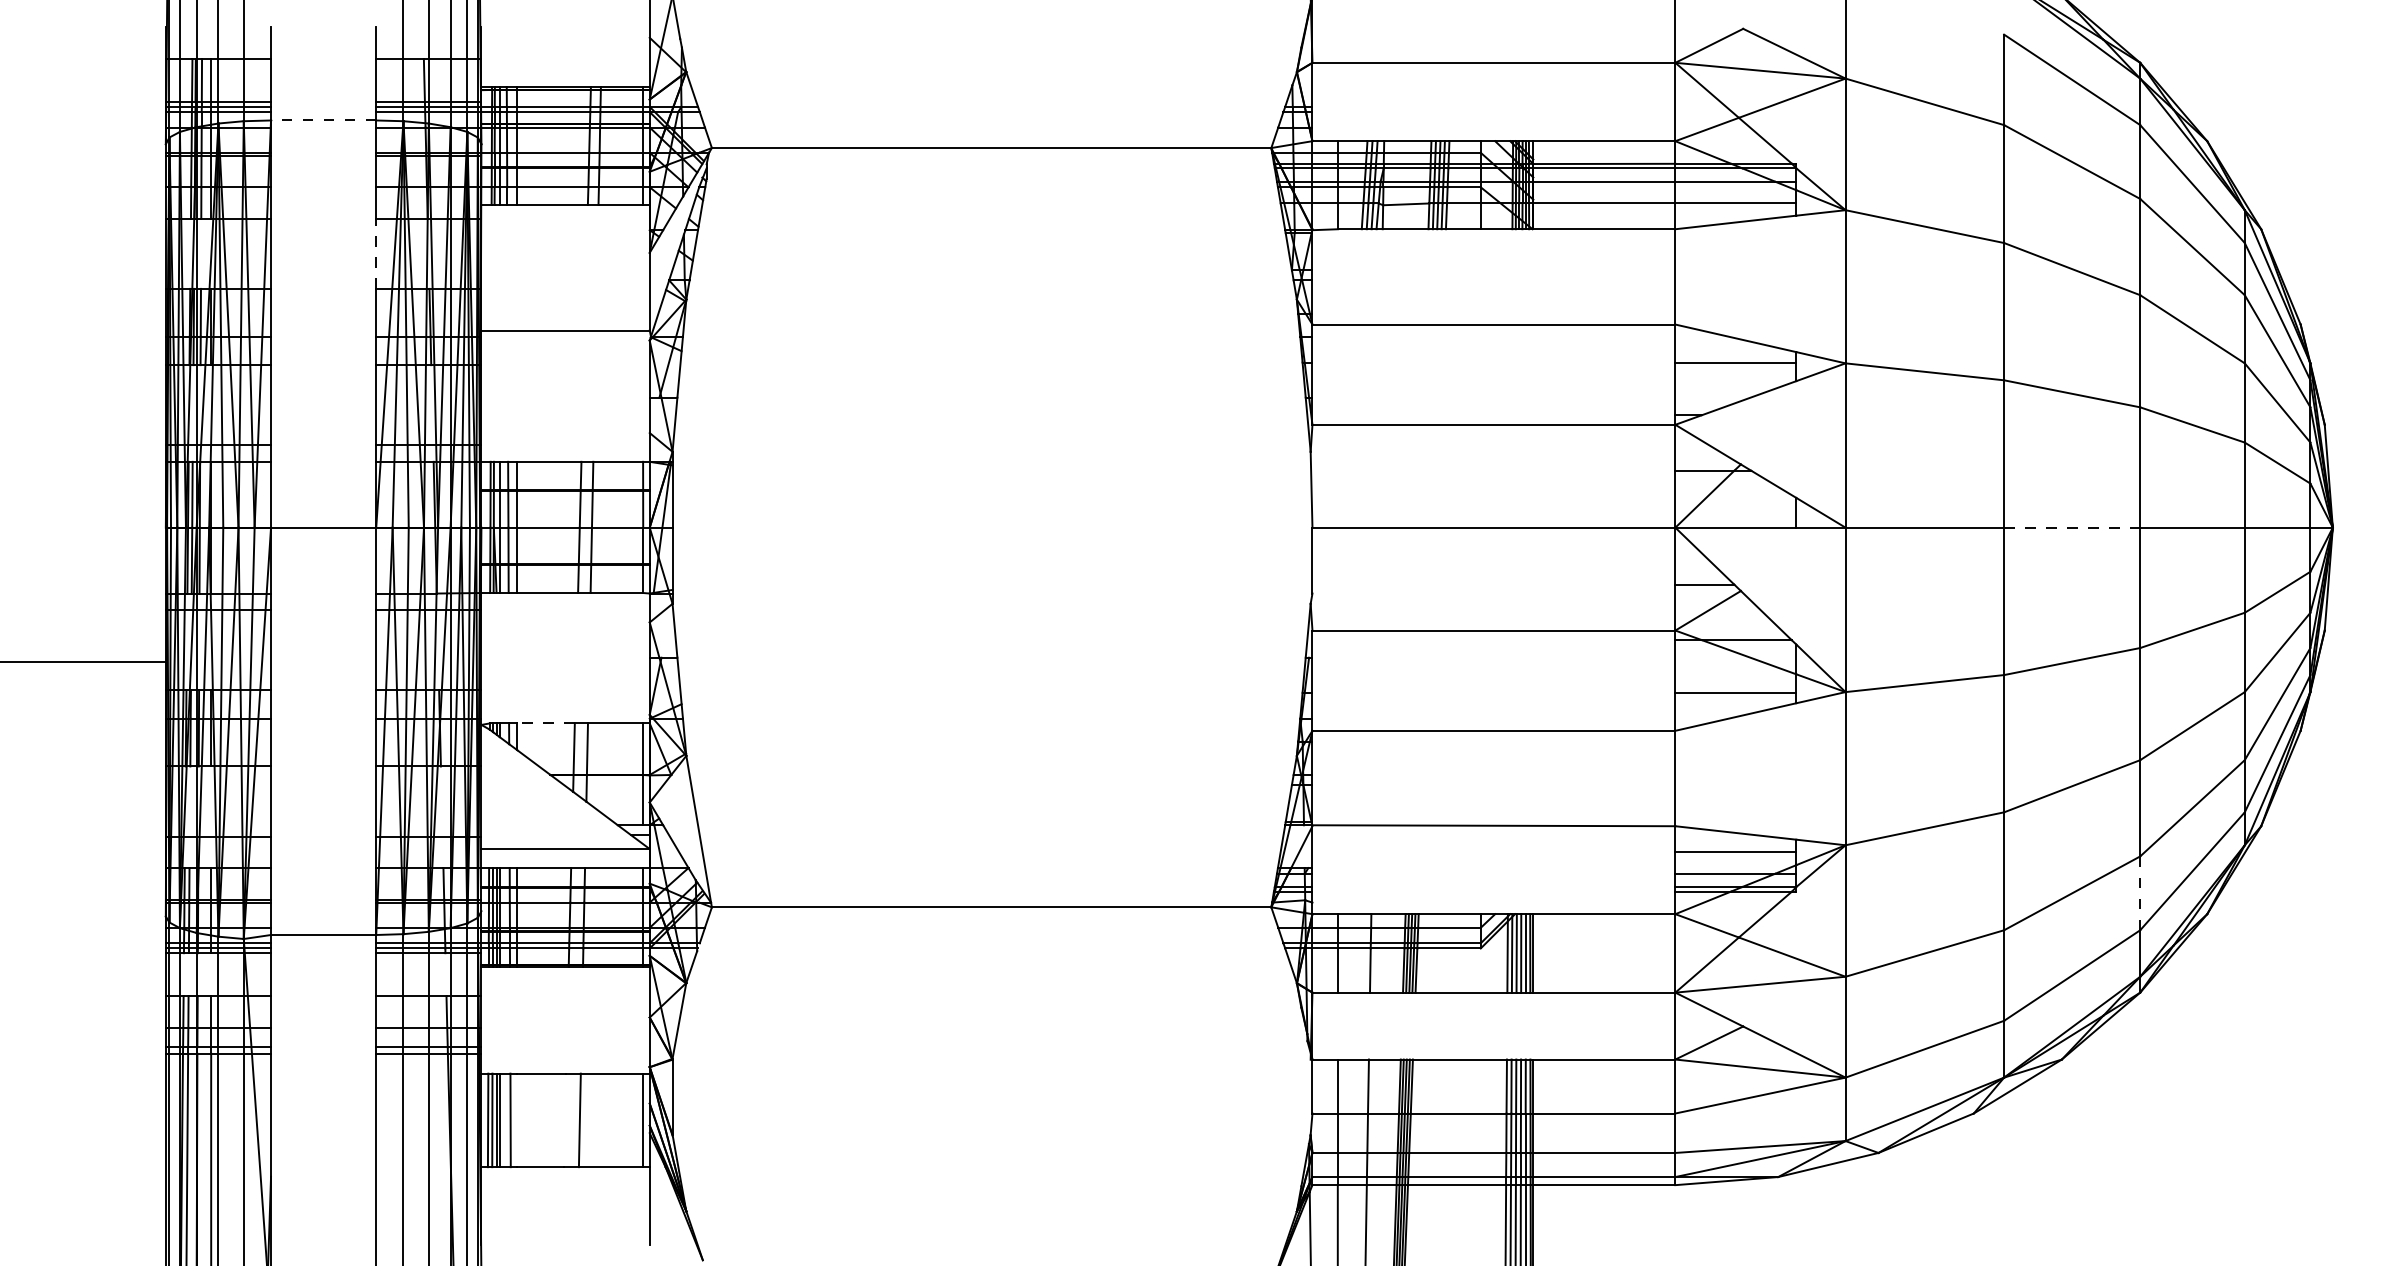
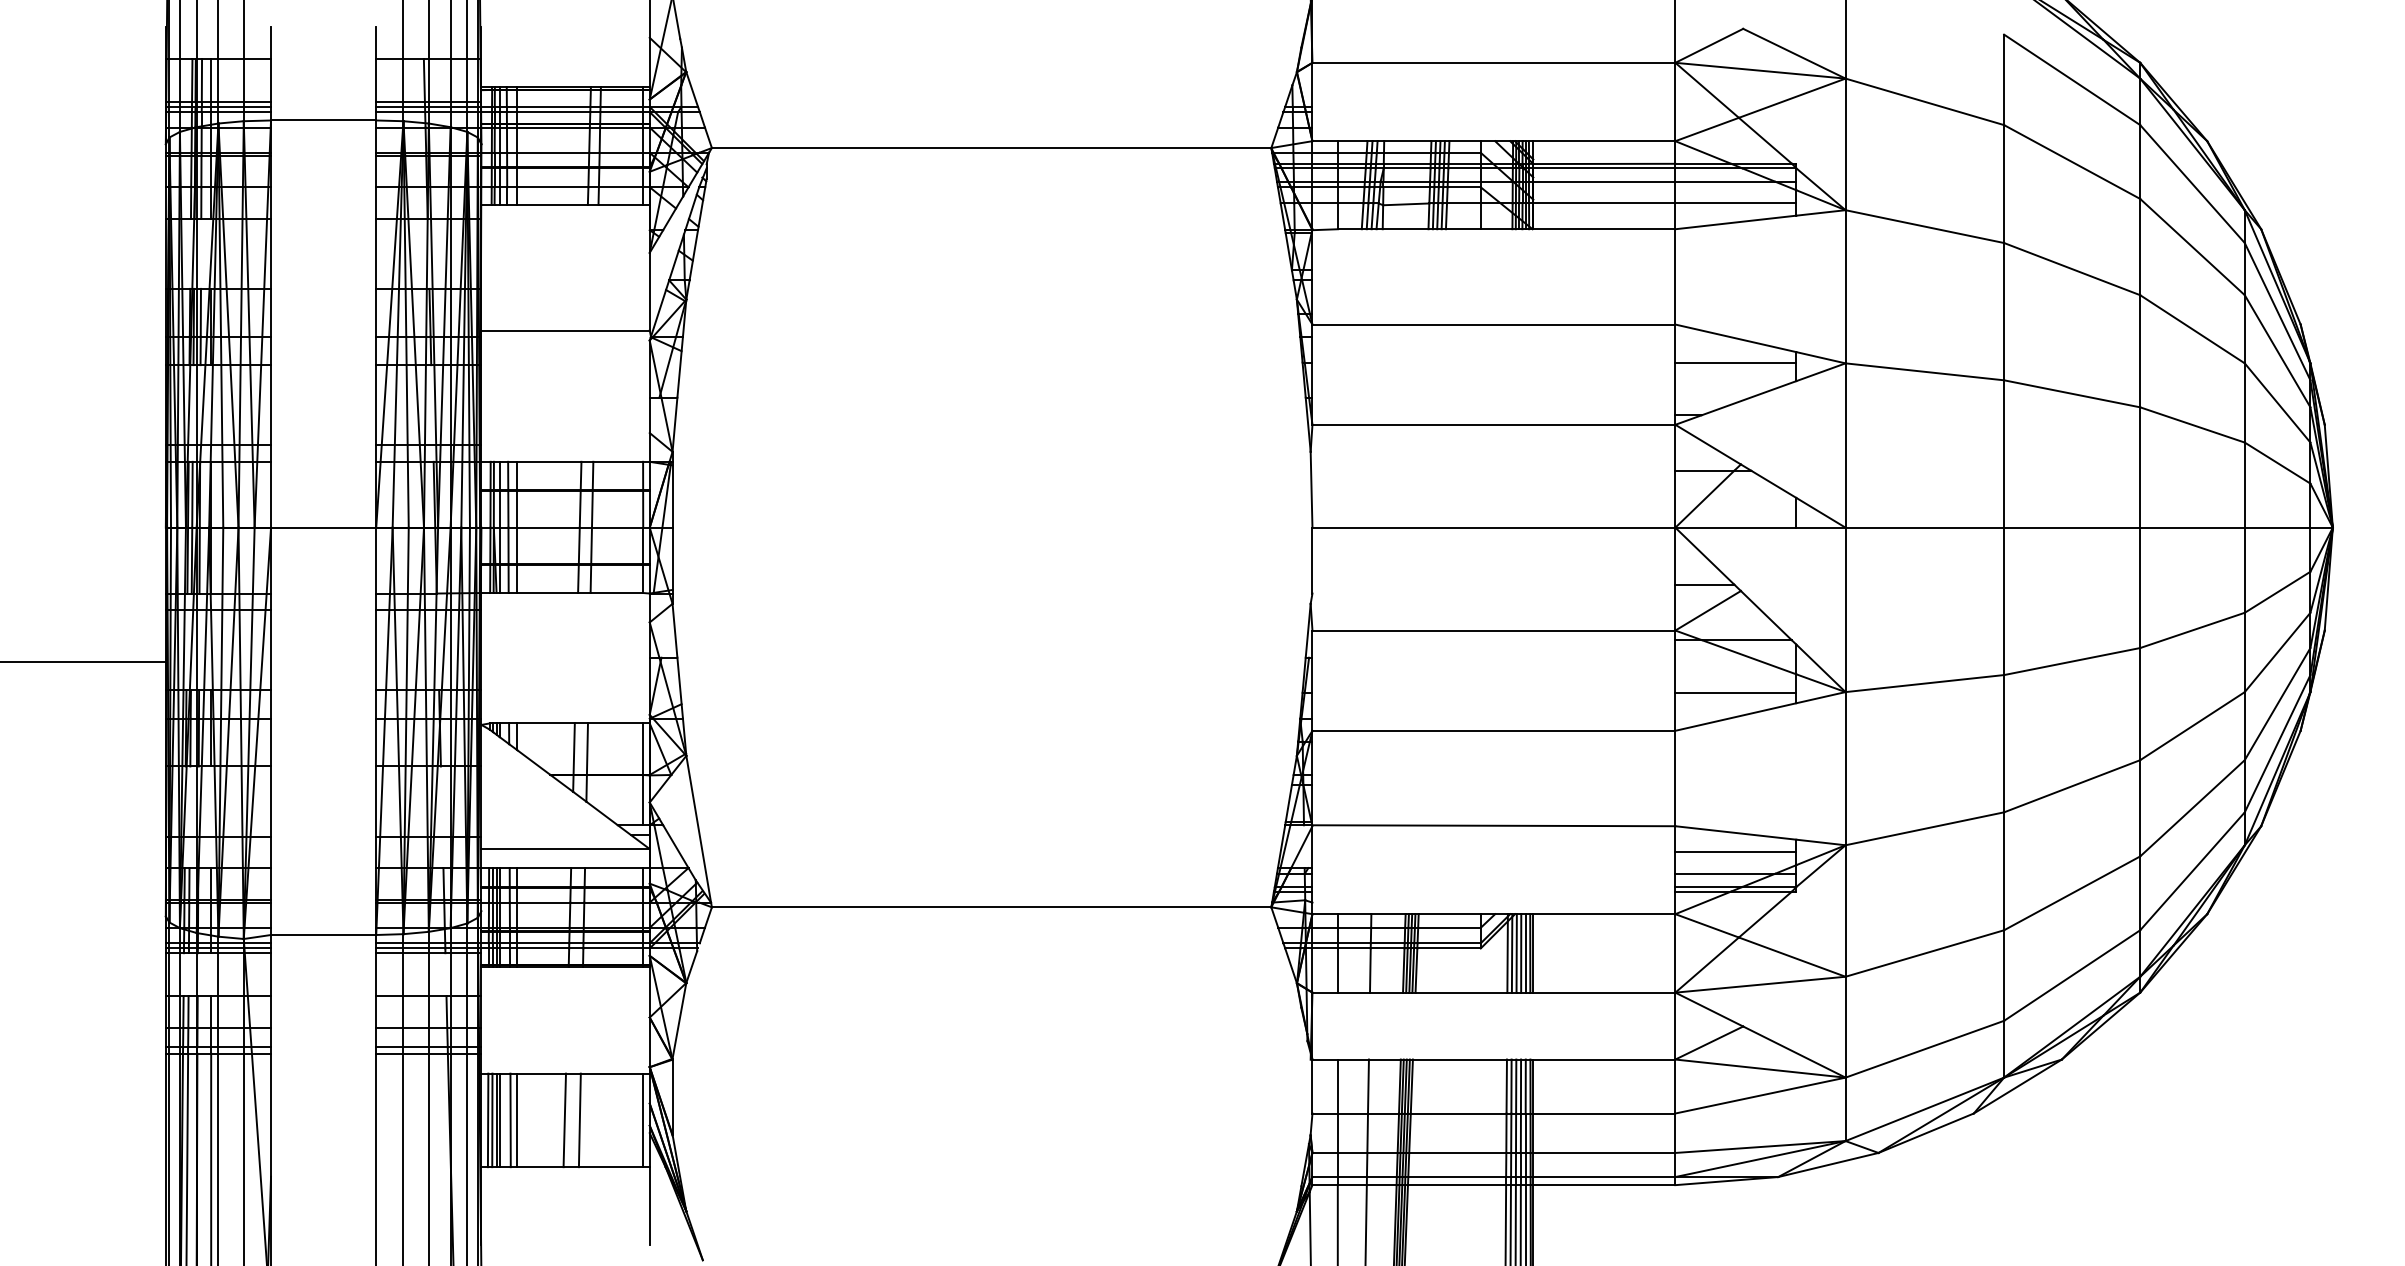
line at (323, 120): dashed -> solid
line at (376, 253): dashed -> solid
line at (2072, 527): dashed -> solid
line at (546, 723): dashed -> solid
line at (2140, 893): dashed -> solid
line at (517, 1120): none -> present
line at (564, 1120): none -> present
